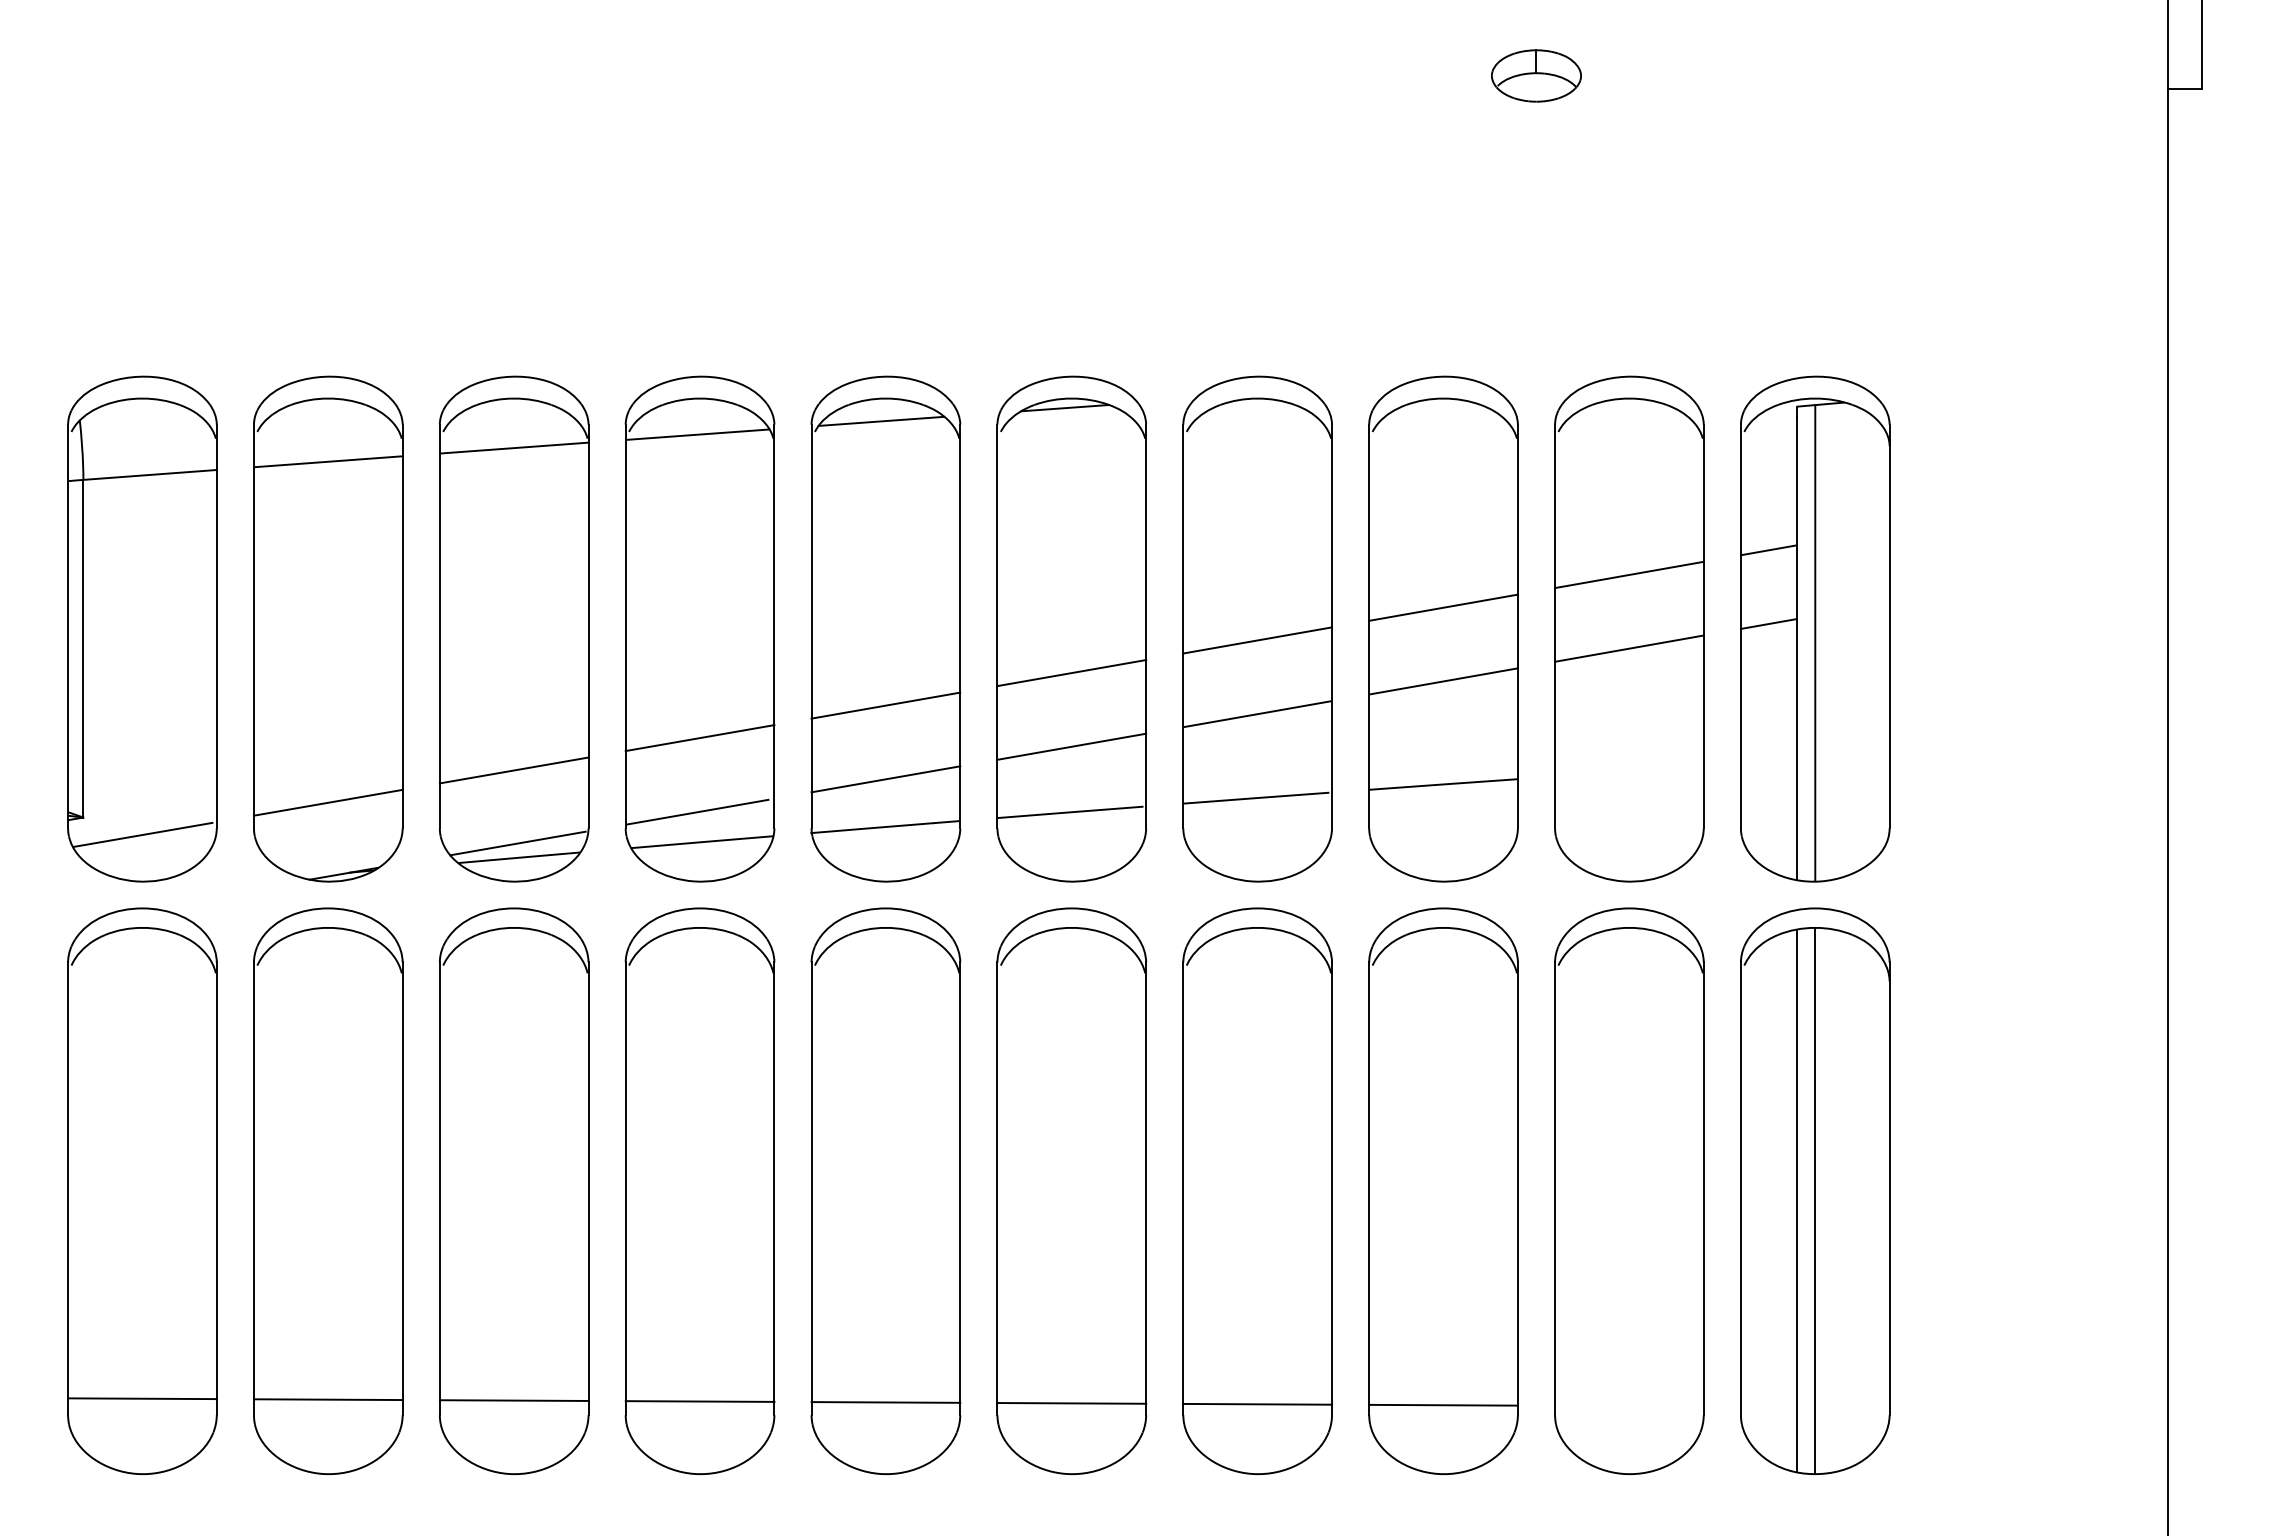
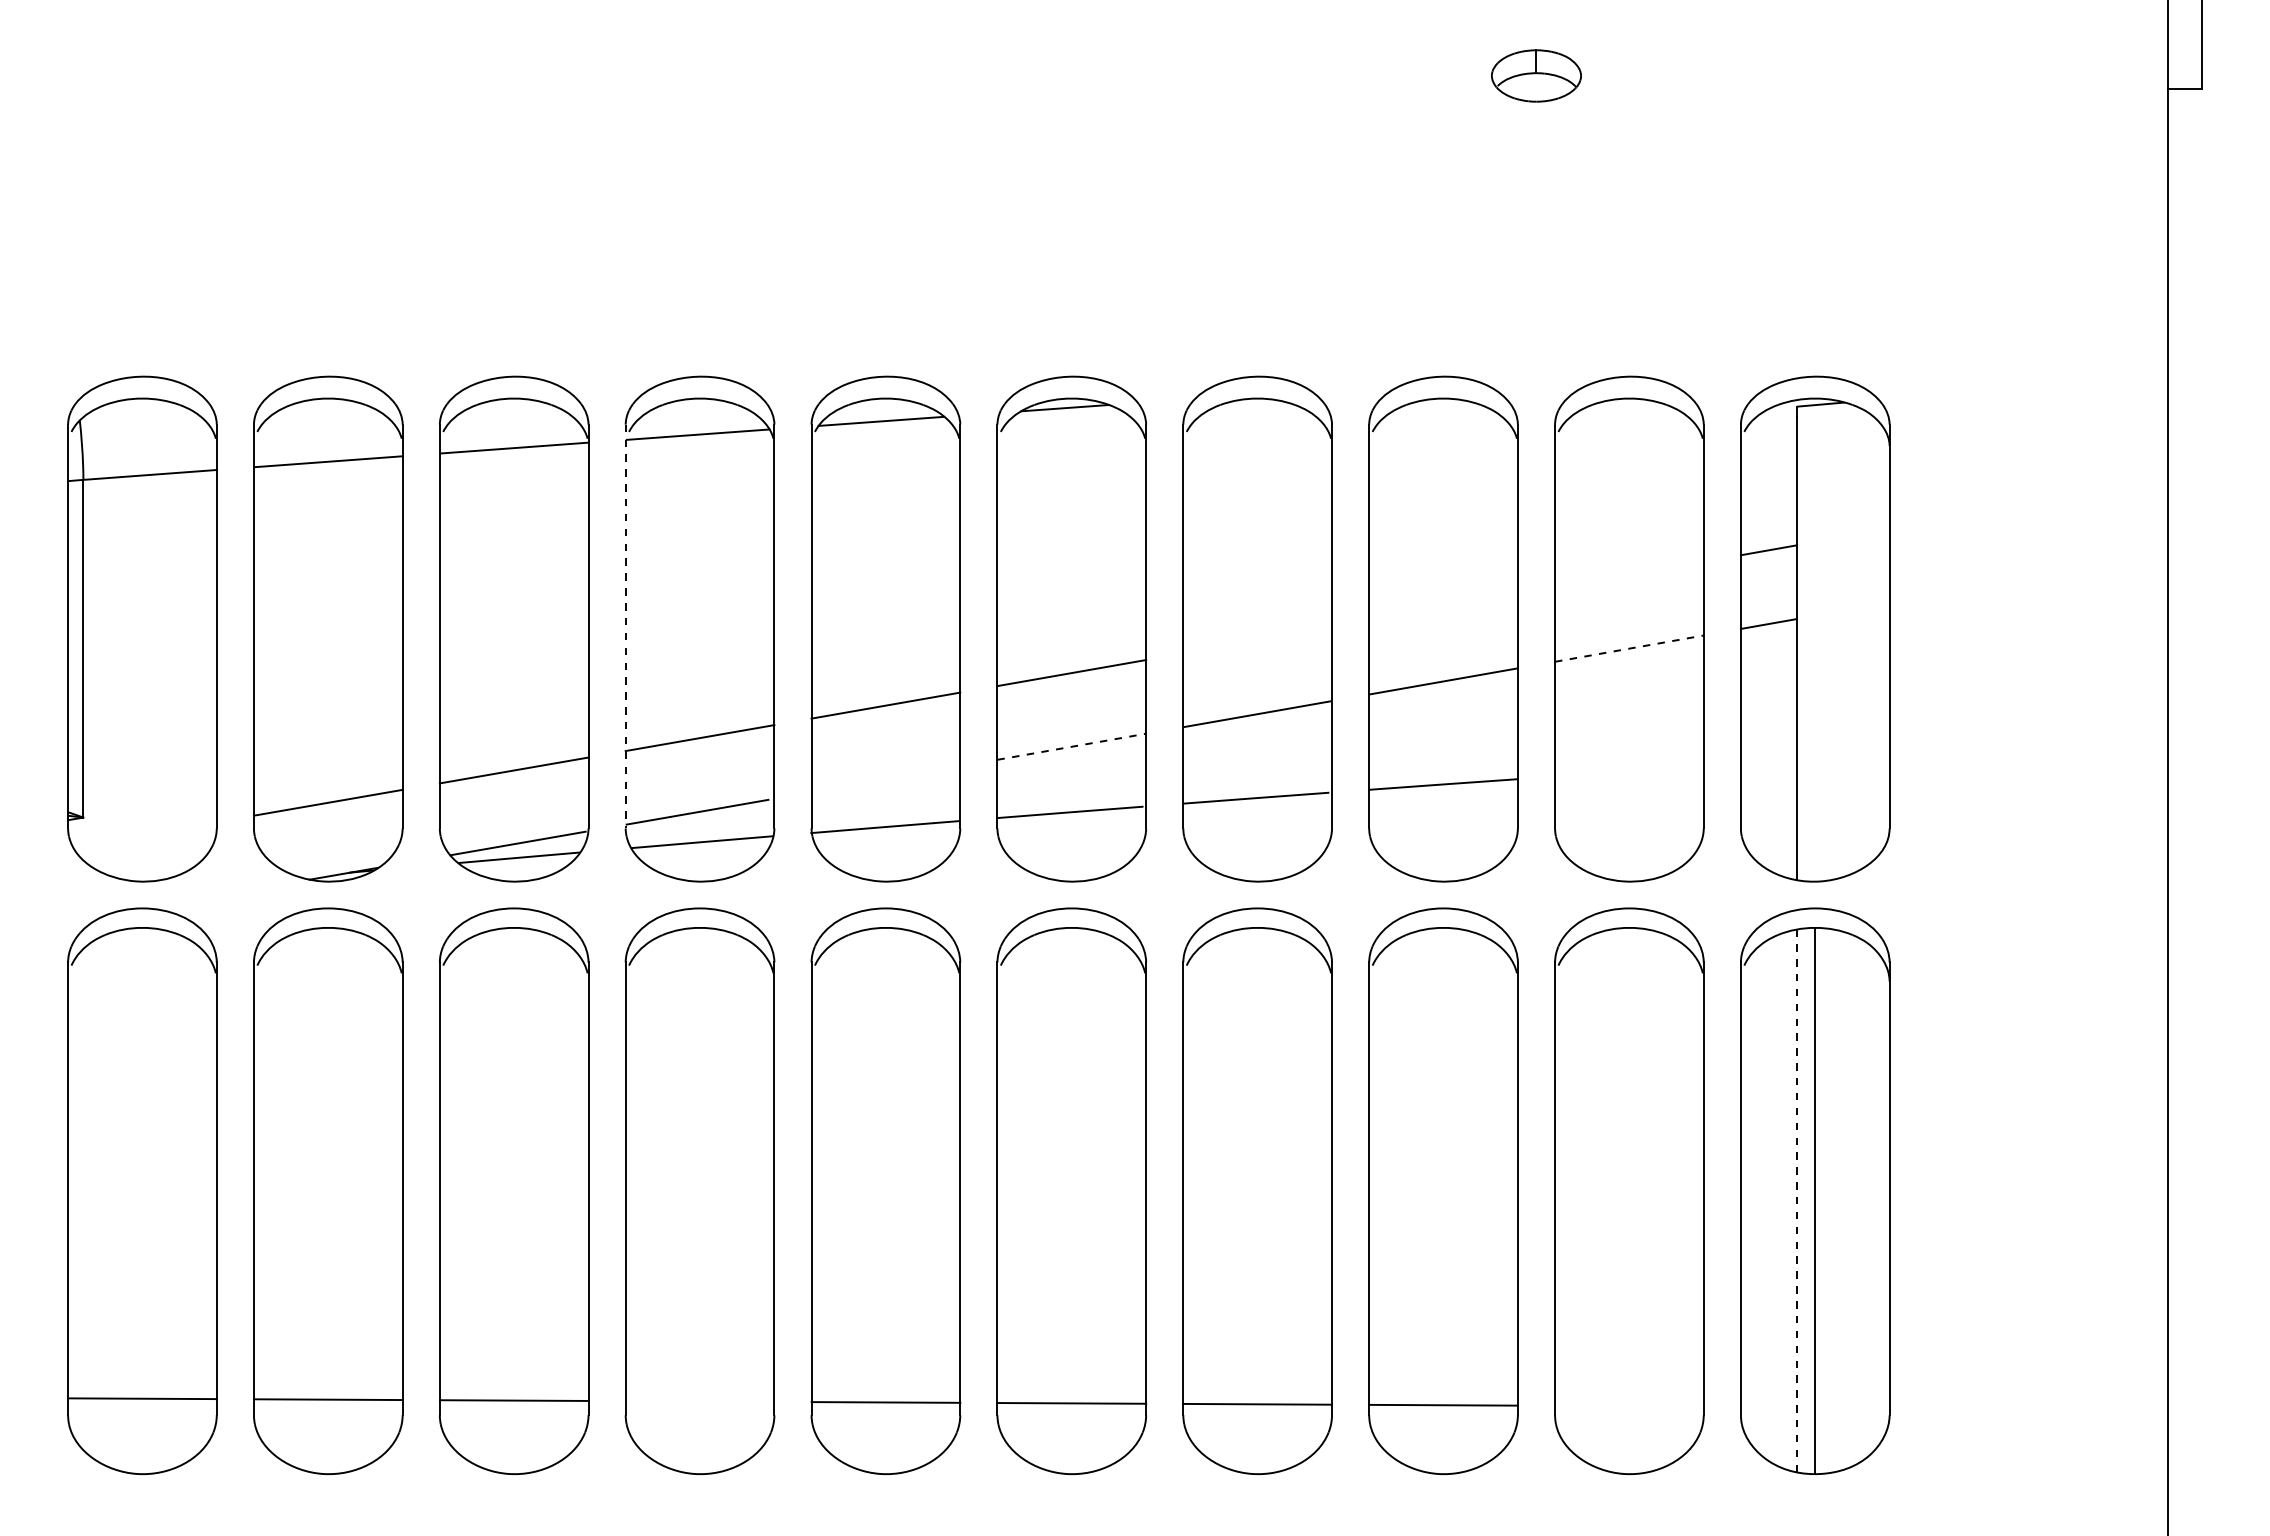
line at (1629, 574): present -> none
line at (1443, 607): present -> none
line at (625, 626): solid -> dashed
line at (1257, 640): present -> none
line at (1815, 643): present -> none
line at (1629, 648): solid -> dashed
line at (1072, 746): solid -> dashed
line at (885, 779): present -> none
line at (142, 834): present -> none
line at (1796, 1200): solid -> dashed
line at (699, 1401): present -> none
